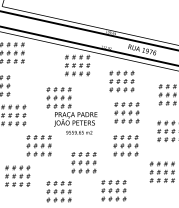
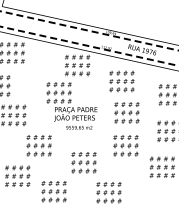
line at (88, 30): solid -> dashed
line at (89, 46): solid -> dashed
text at (71, 110) position: (71, 110) -> (71, 105)
text at (161, 171) position: (161, 171) -> (161, 166)
text at (113, 190) position: (113, 190) -> (108, 192)
text at (58, 191) position: (58, 191) -> (53, 191)
